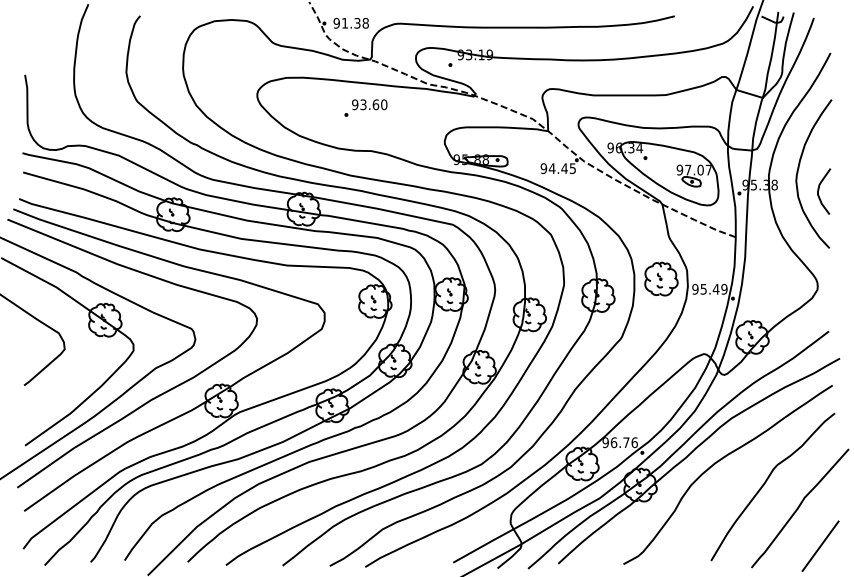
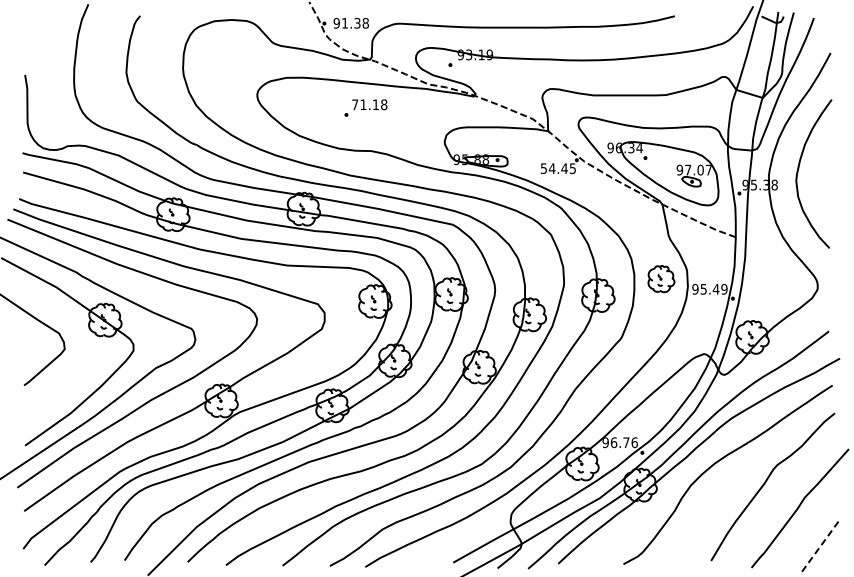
text at (369, 104): 93.60 -> 71.18
text at (543, 168): 94.45 -> 54.45
curve at (819, 190): present -> none
part at (661, 278) size: 35x36 px -> 29x29 px
line at (820, 546): solid -> dashed
